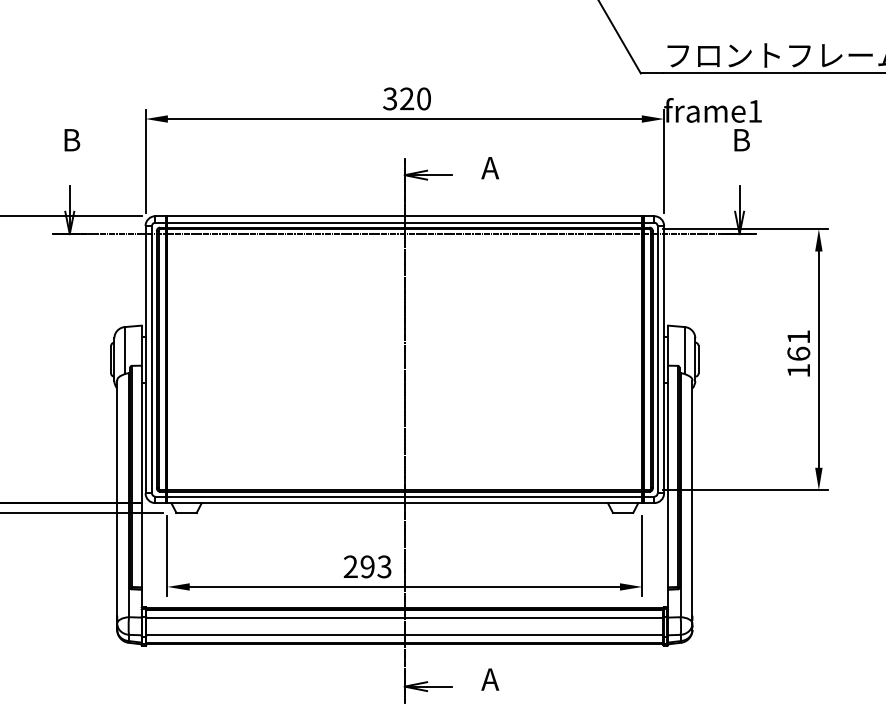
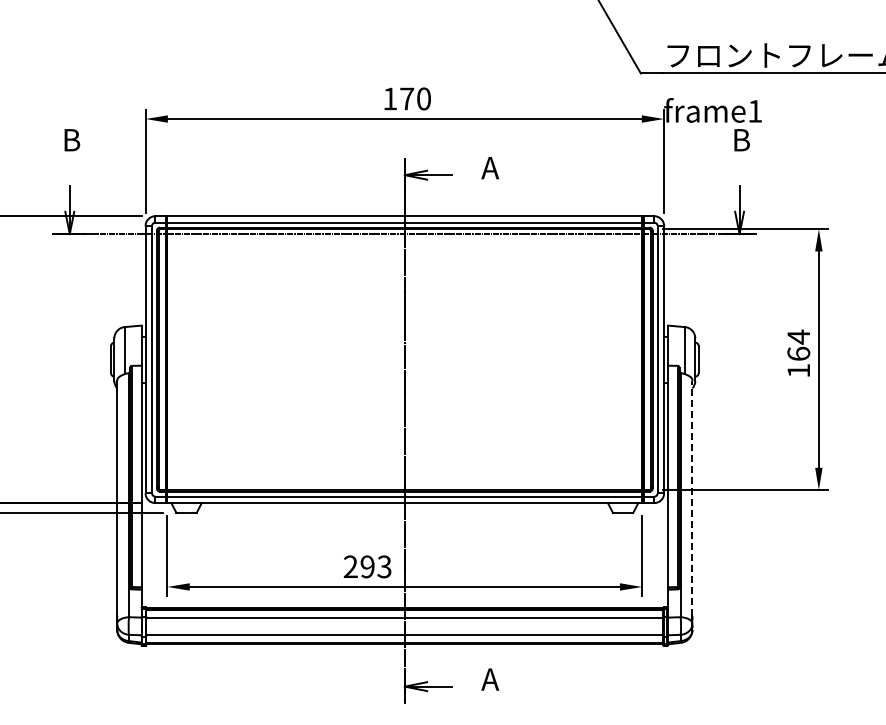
text at (398, 98): 320 -> 170
text at (798, 336): 161 -> 164
line at (692, 497): solid -> dashed
